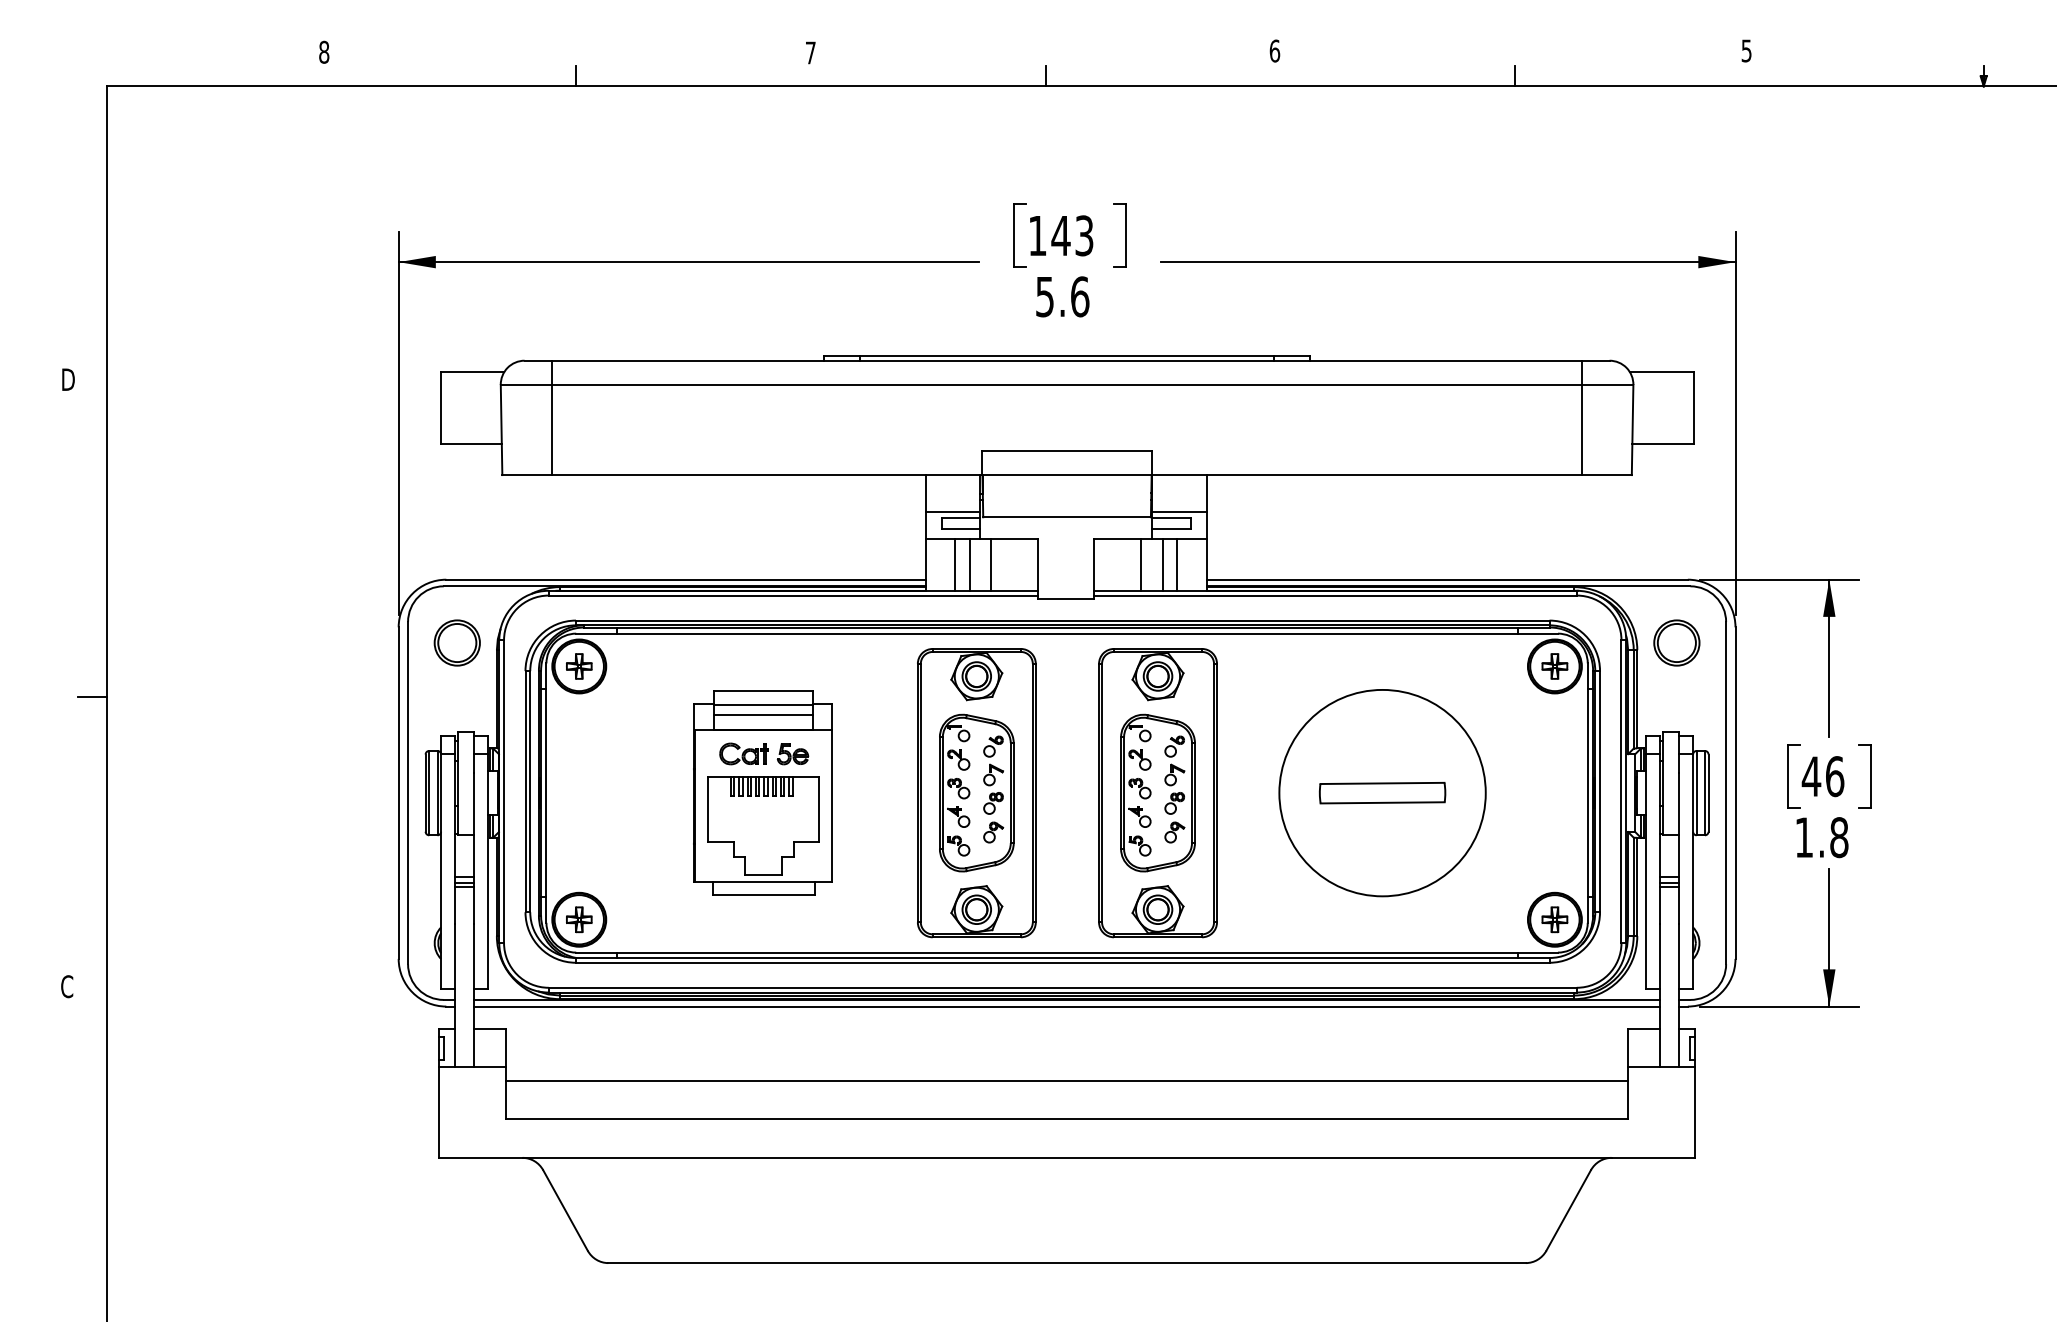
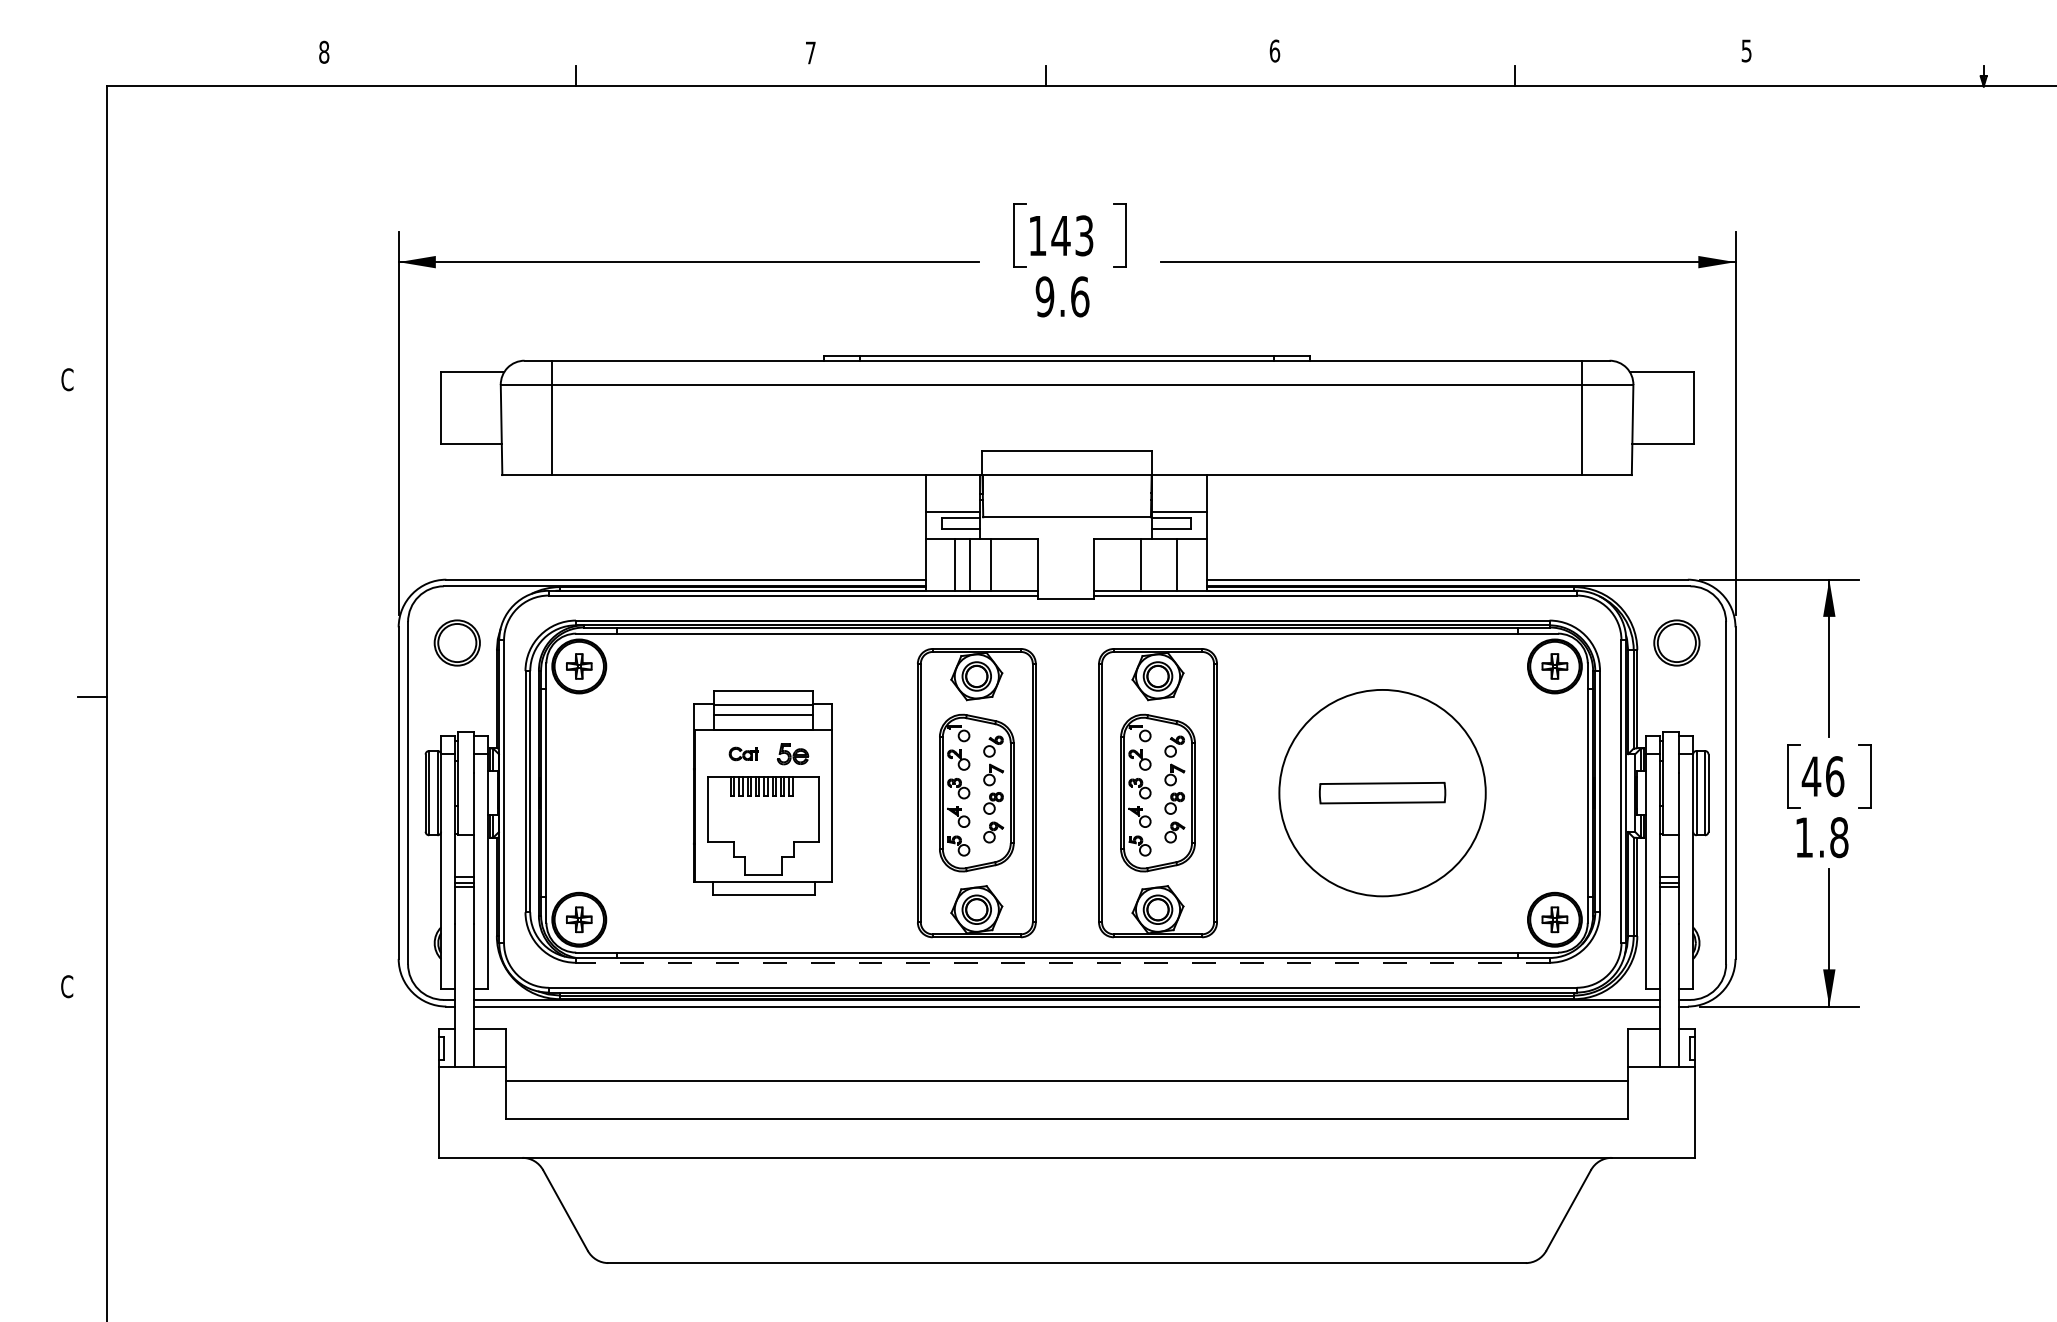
text at (1044, 296): 5.6 -> 9.6
text at (67, 379): D -> C
line at (1162, 564): present -> none
part at (743, 753) size: 50x24 px -> 31x16 px
line at (1062, 962): solid -> dashed
